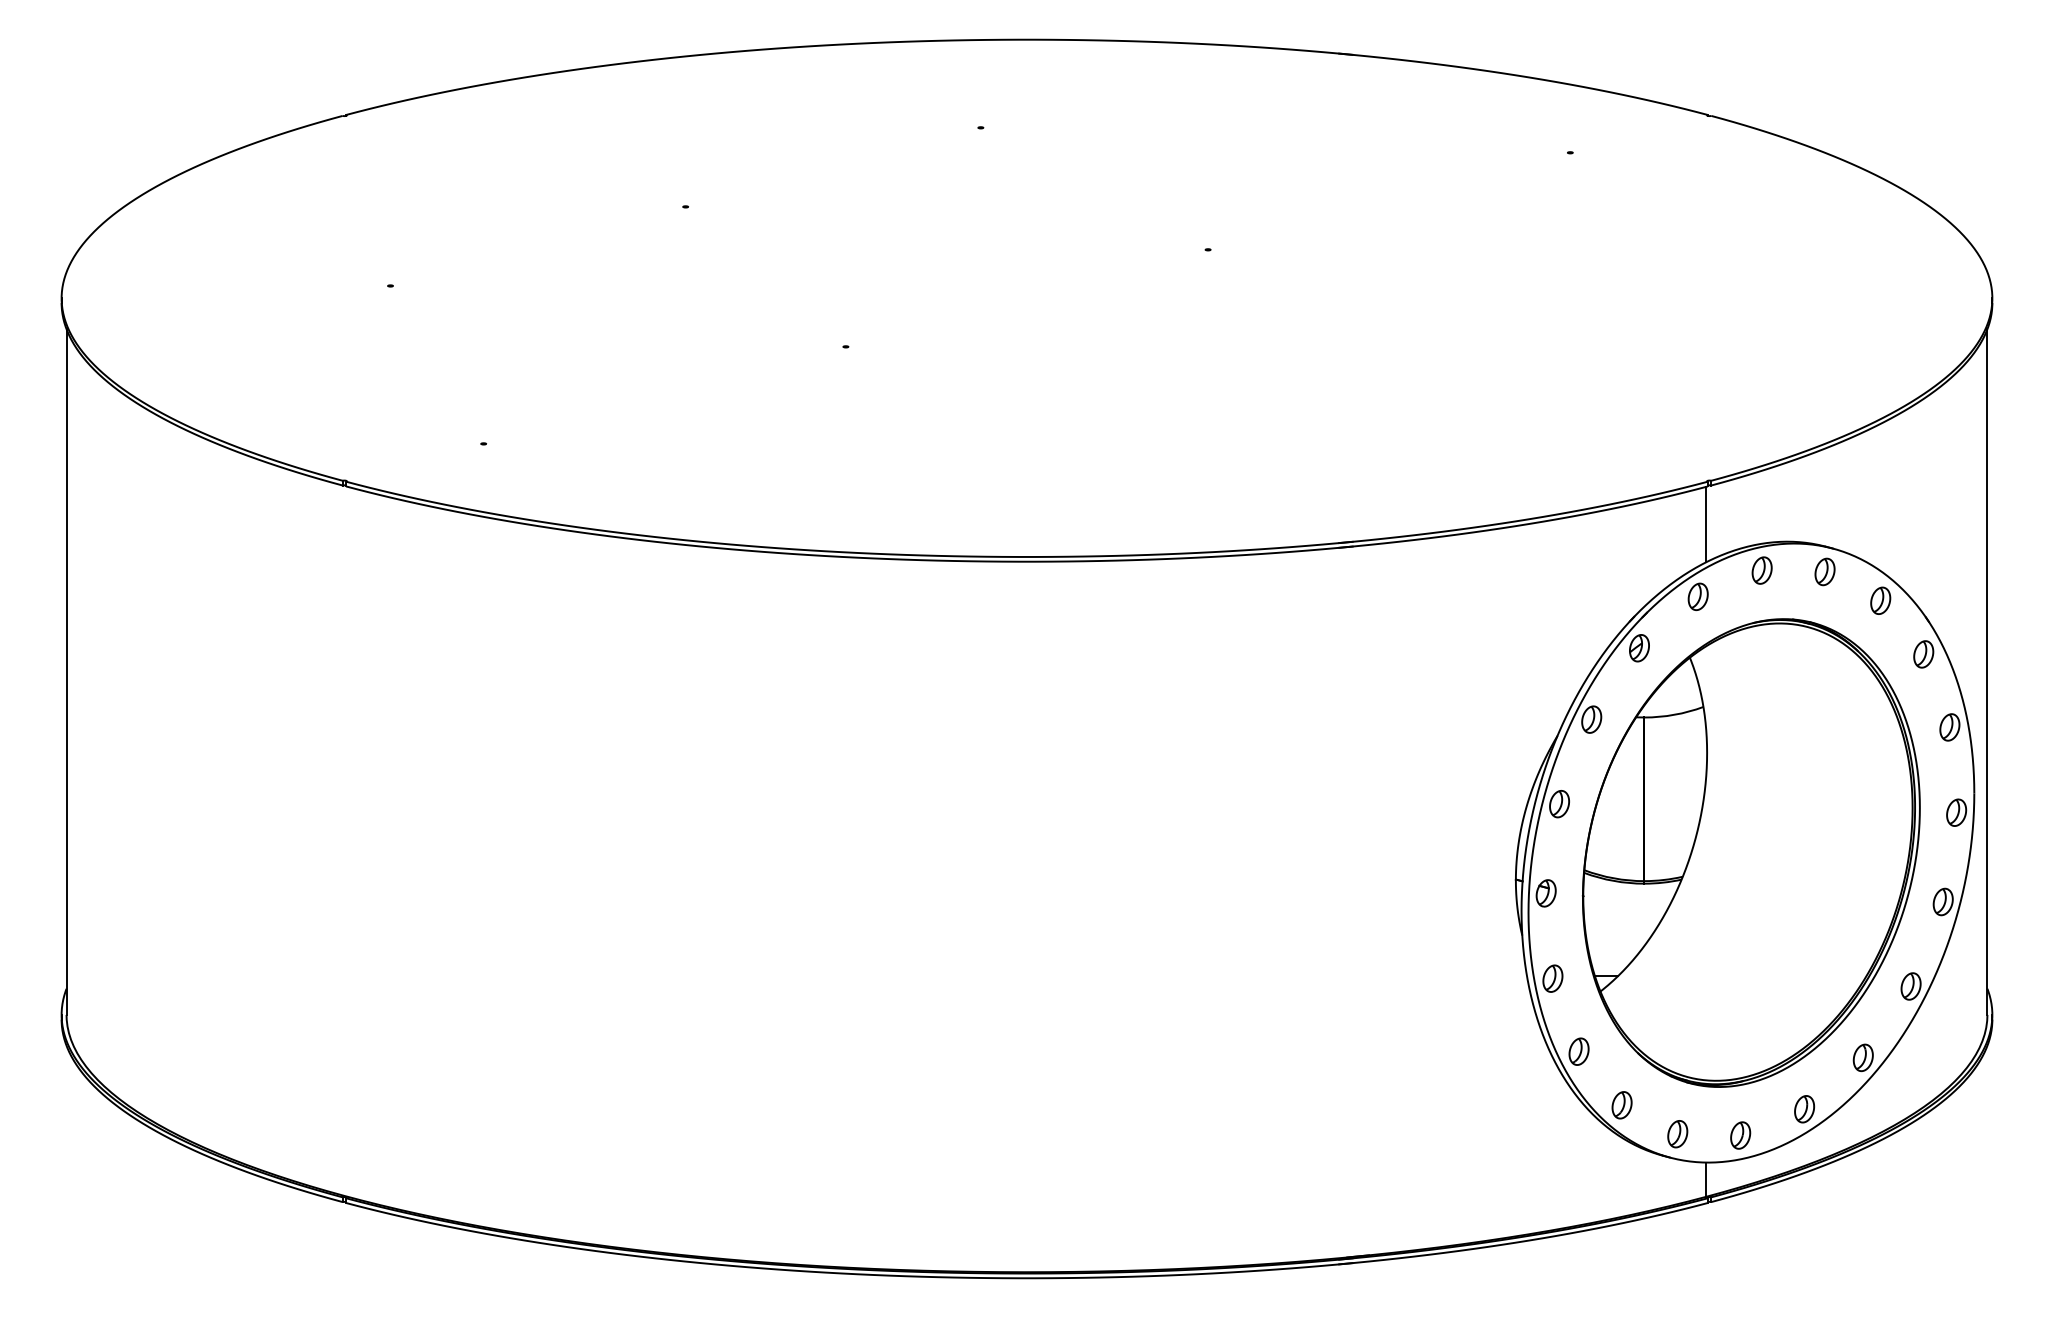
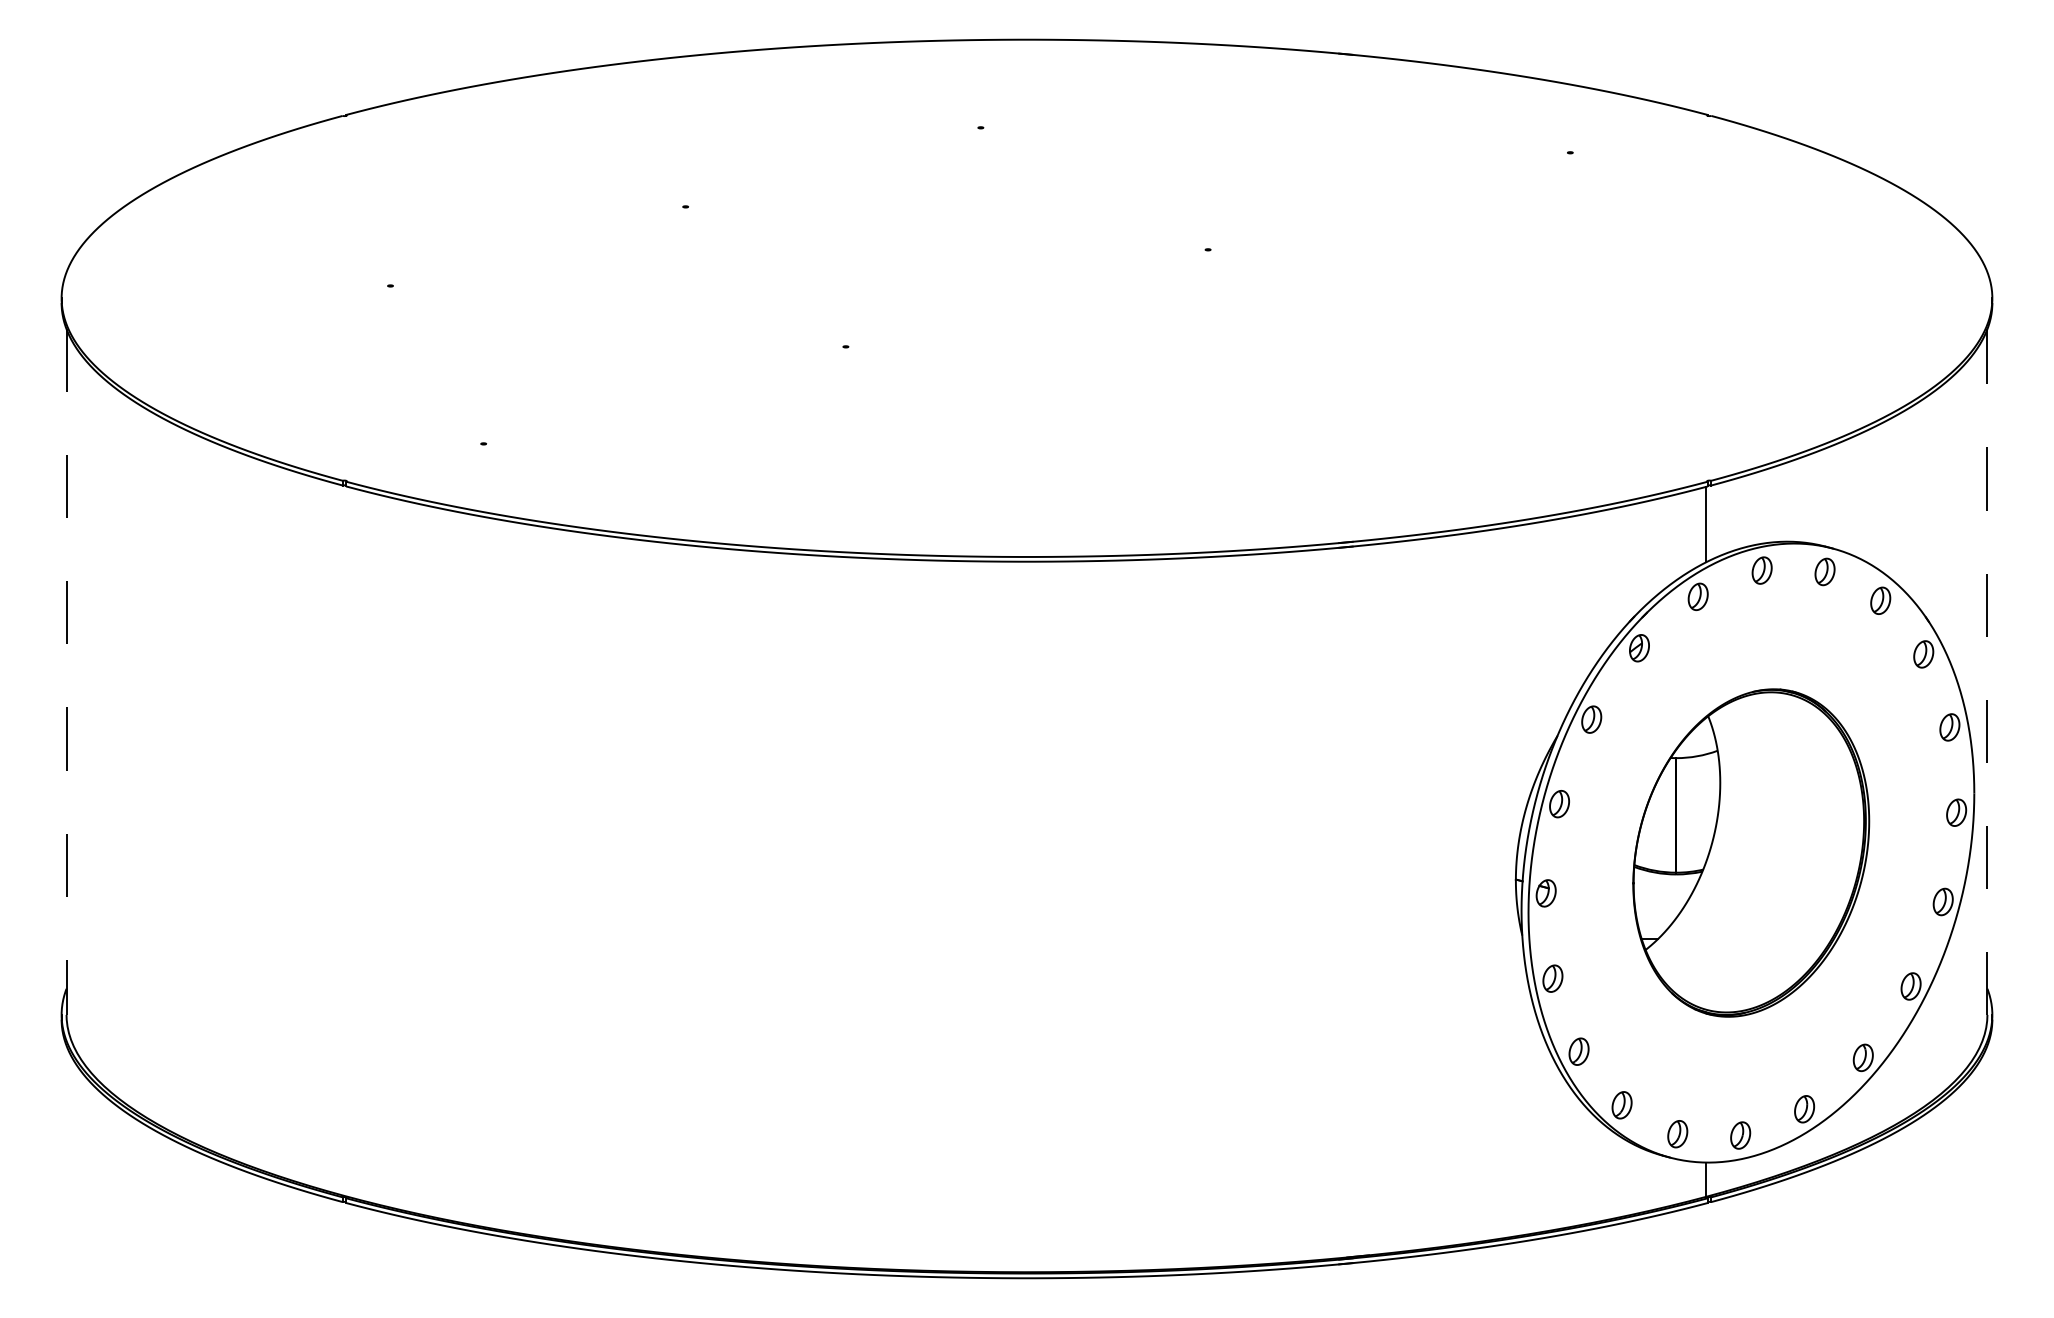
line at (66, 672): solid -> dashed
line at (1987, 672): solid -> dashed
part at (1750, 852) size: 340x470 px -> 239x330 px
